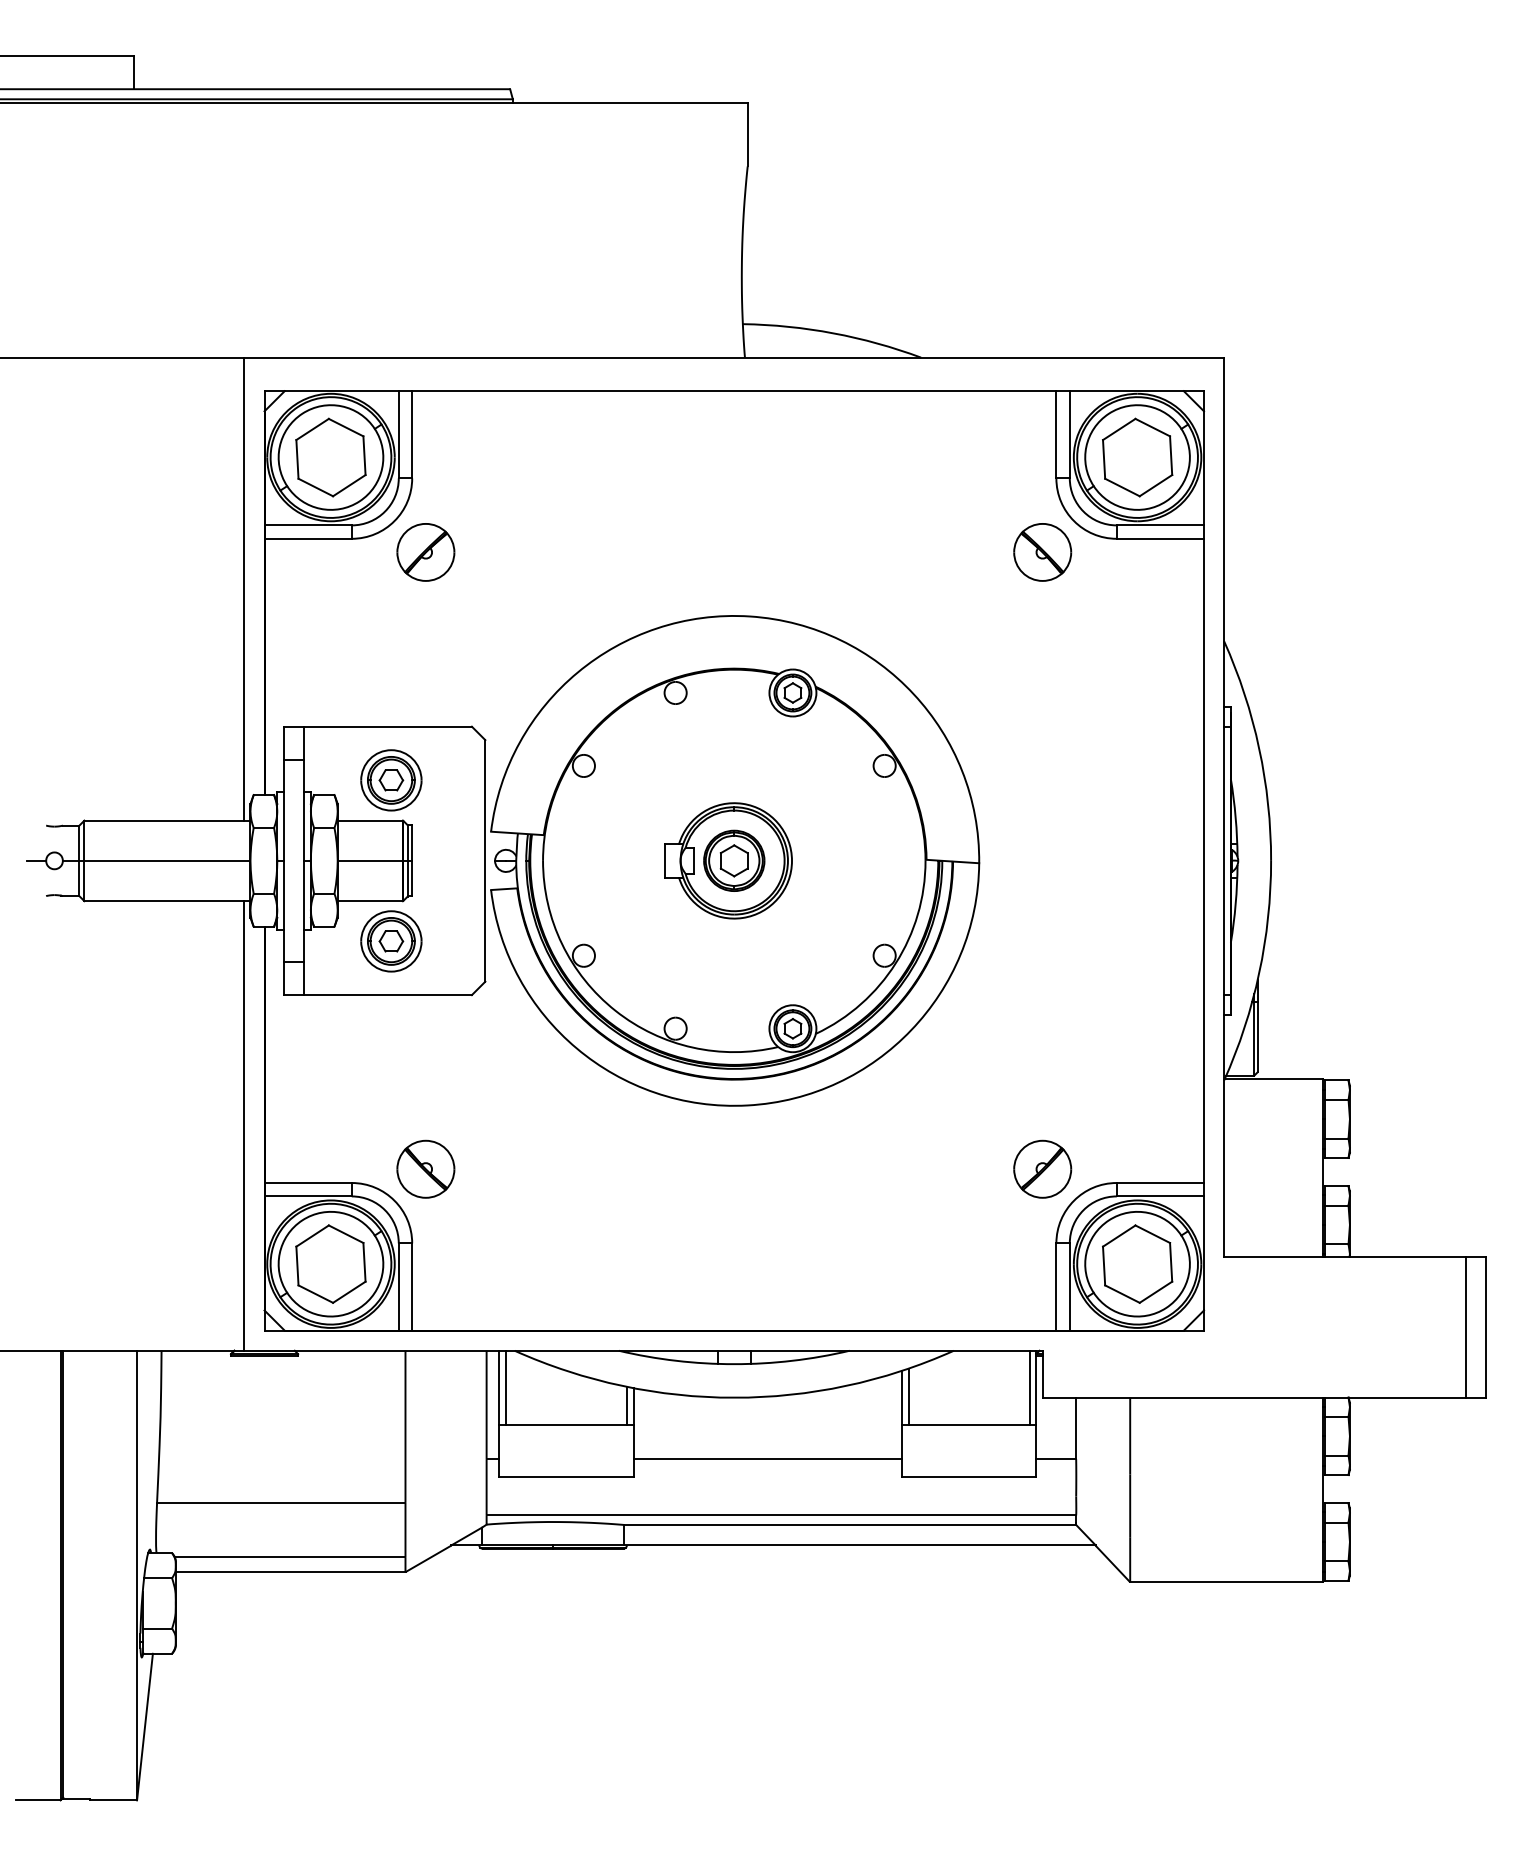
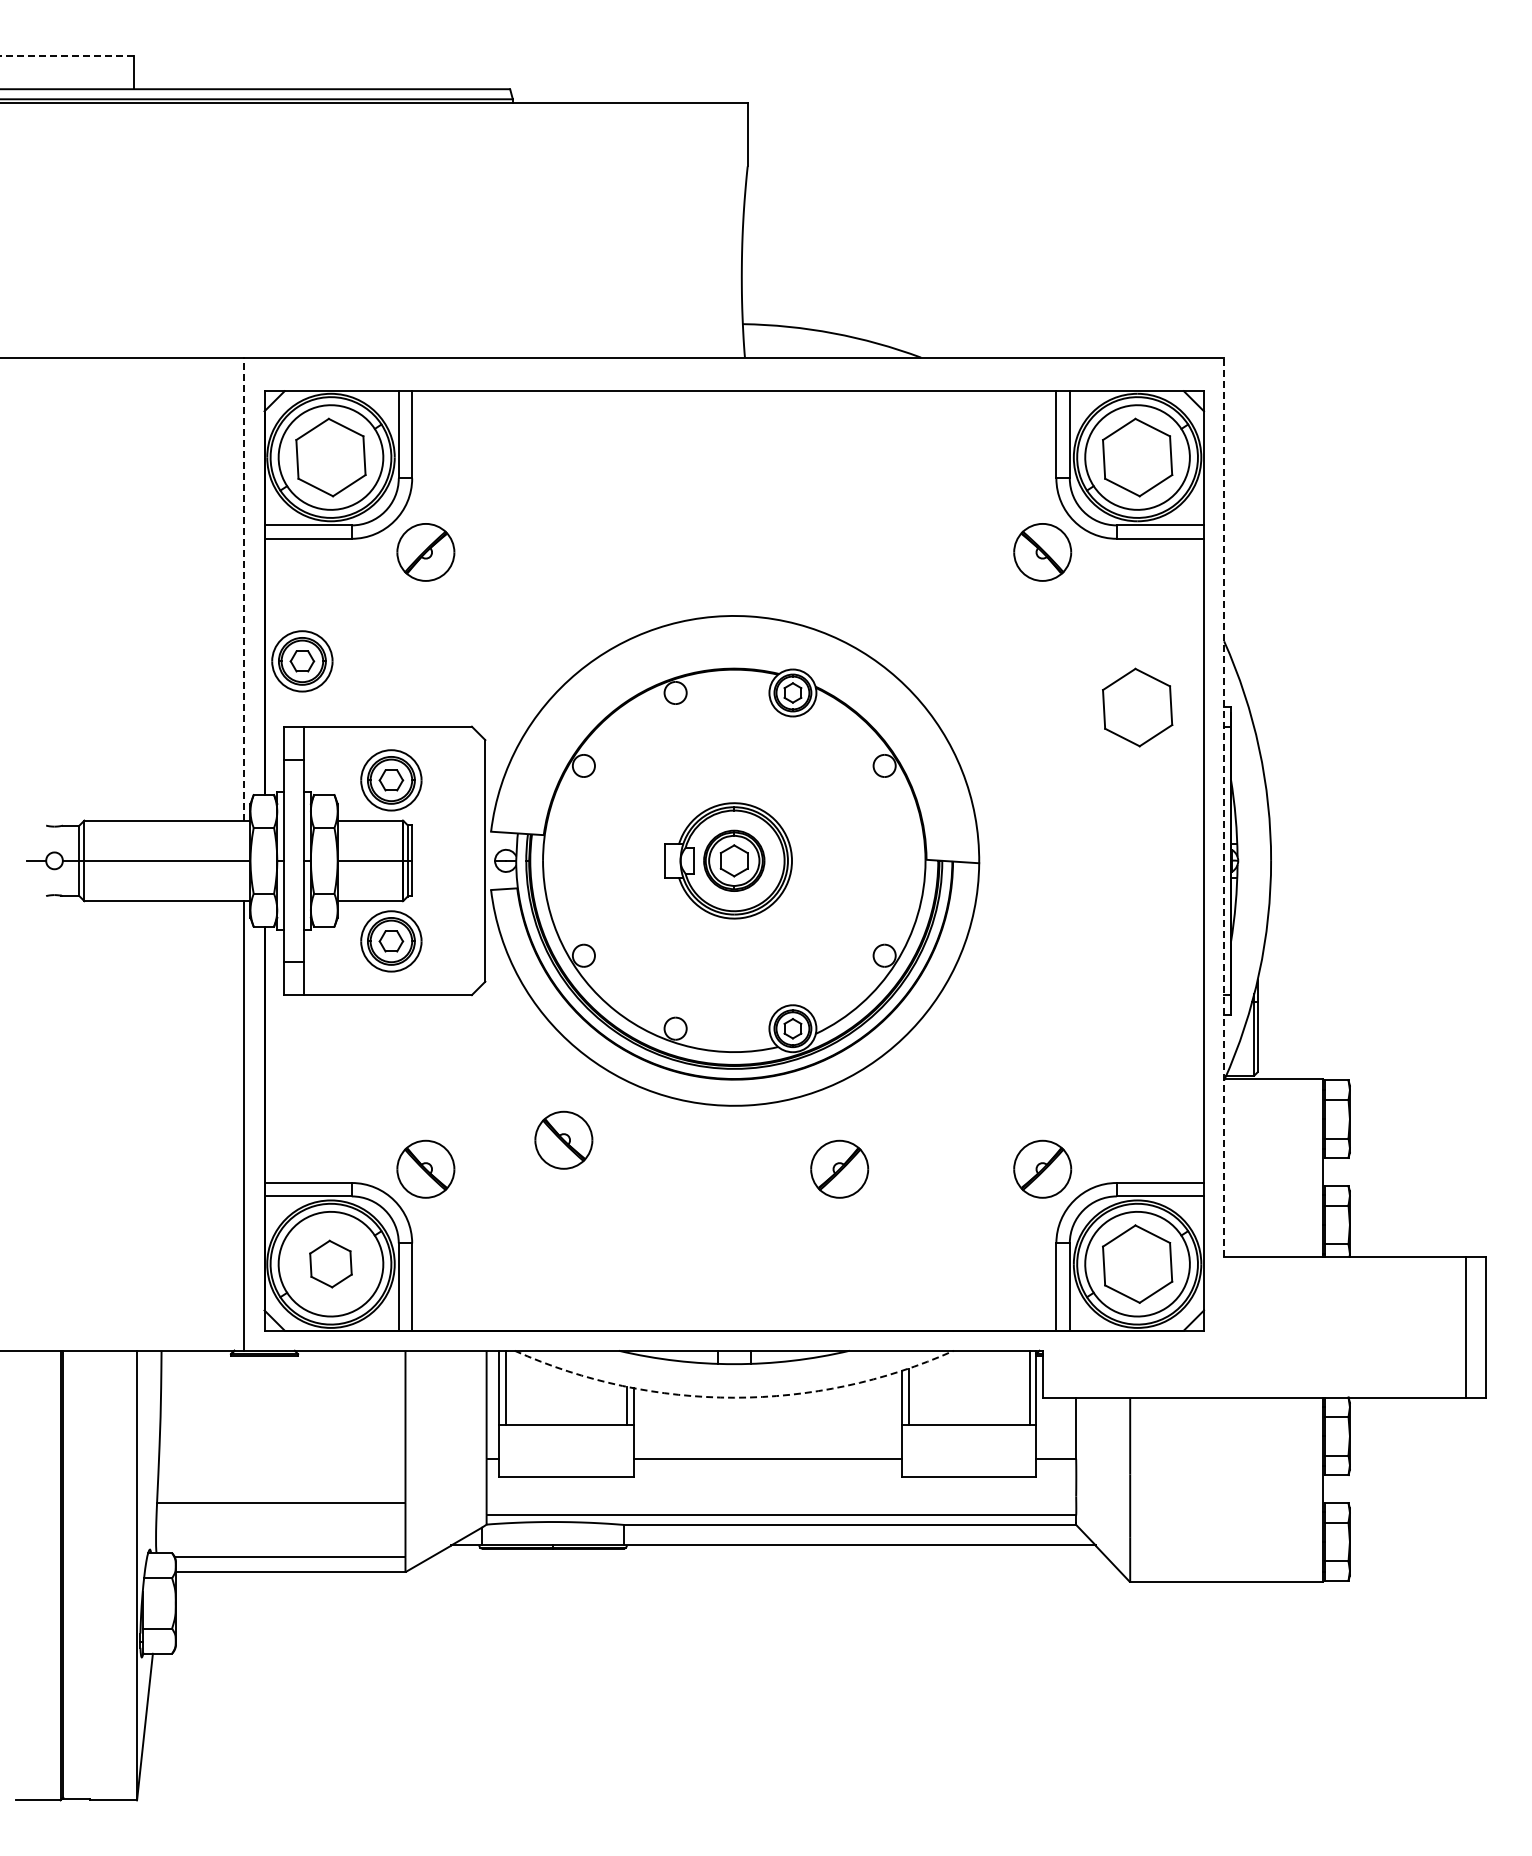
line at (66, 55): solid -> dashed
line at (244, 589): solid -> dashed
part at (302, 661): none -> present
part at (1137, 707): none -> present
line at (1224, 807): solid -> dashed
part at (563, 1139): none -> present
part at (839, 1168): none -> present
part at (330, 1263) size: 72x80 px -> 44x50 px
arc at (734, 1397): solid -> dashed
